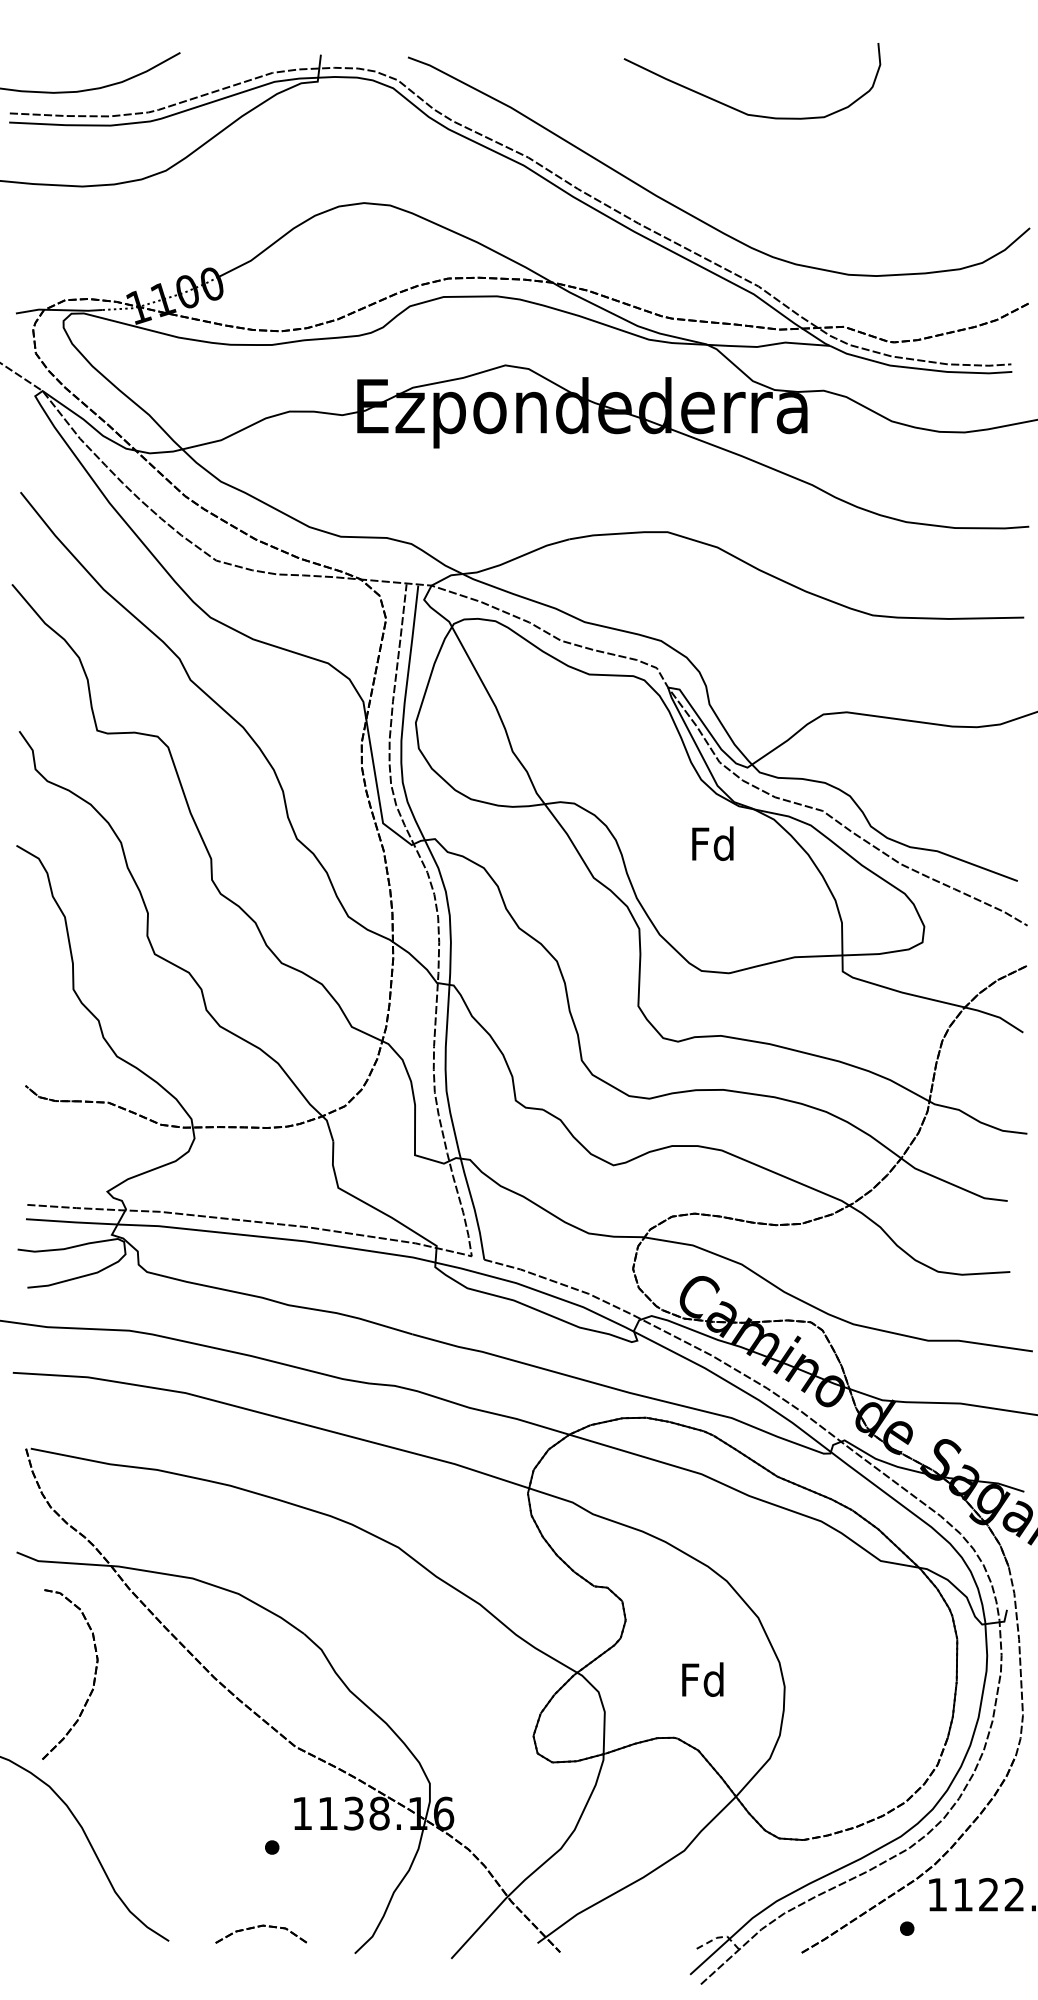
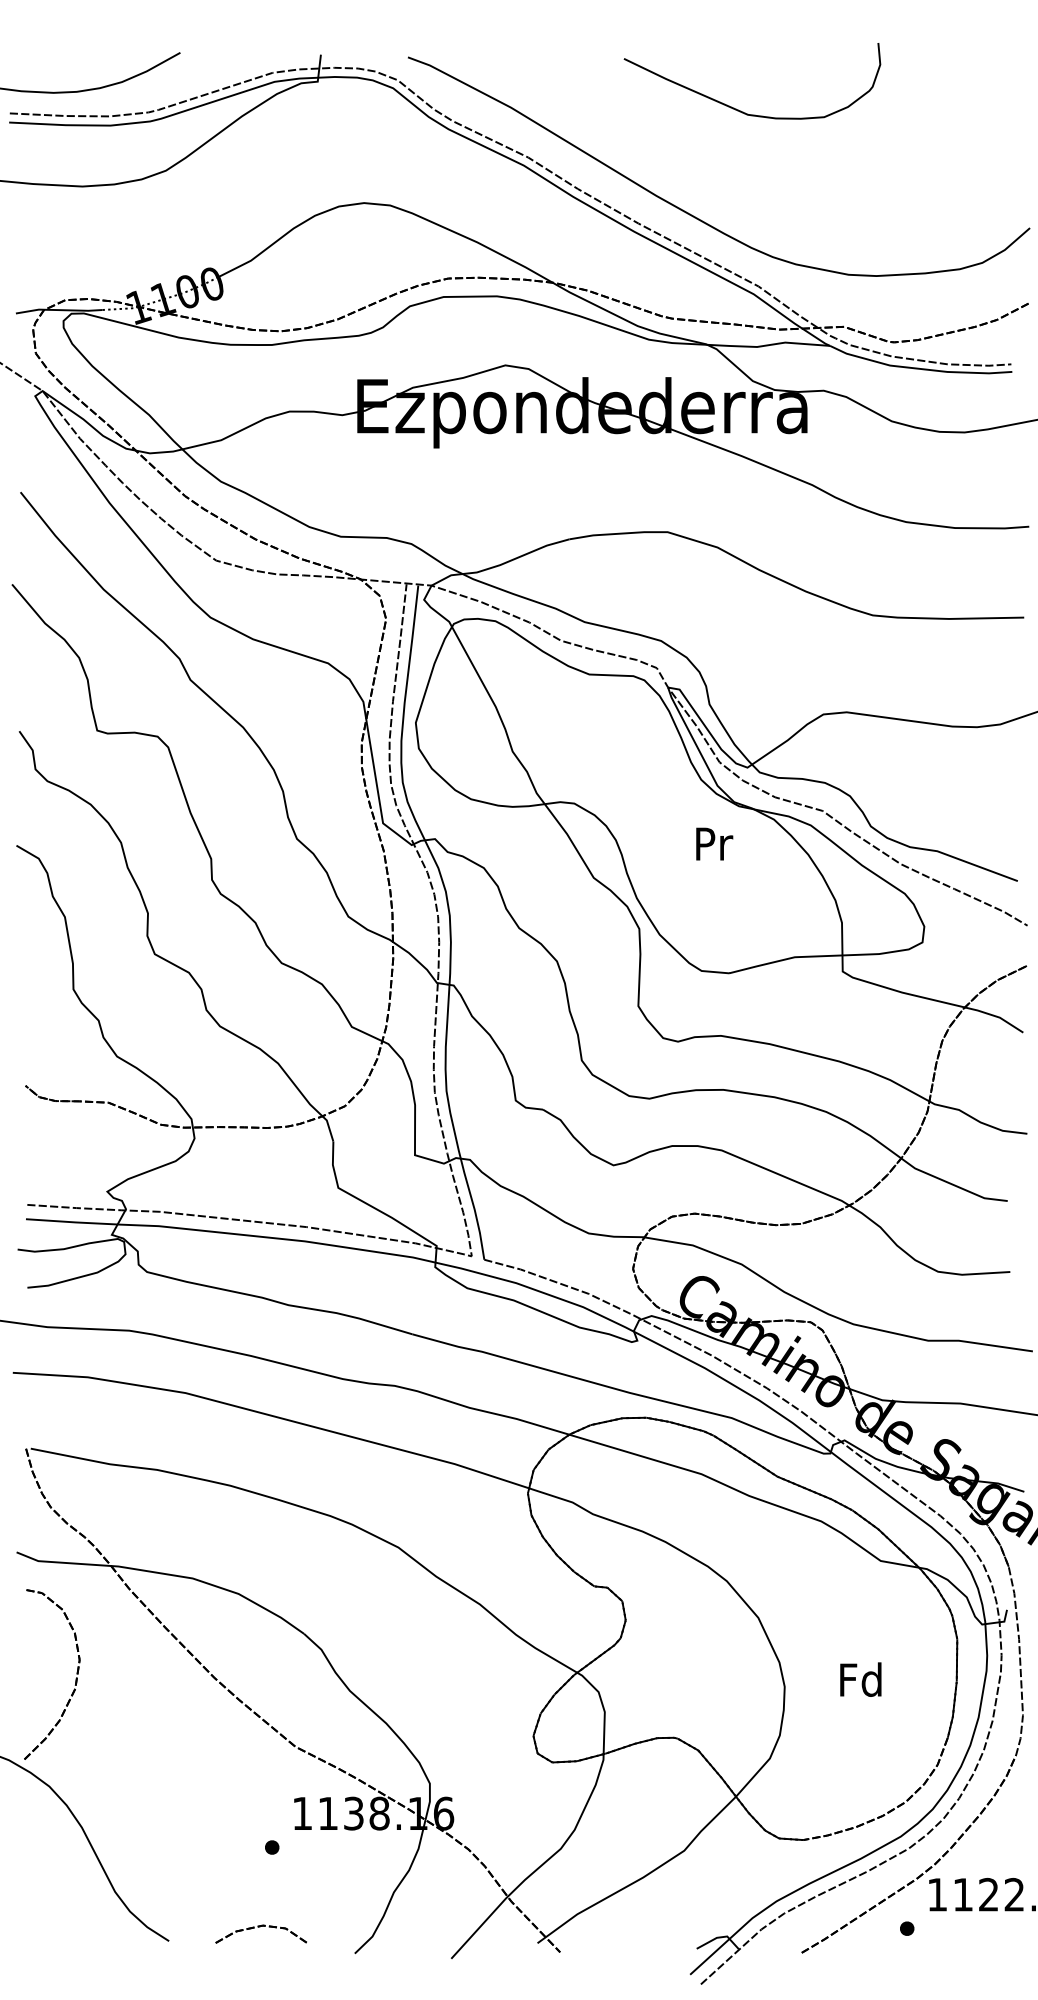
text at (712, 843): Fd -> Pr
part at (93, 1678) position: (93, 1678) -> (75, 1678)
text at (702, 1679) position: (702, 1679) -> (860, 1679)
line at (719, 1937): dashed -> solid
